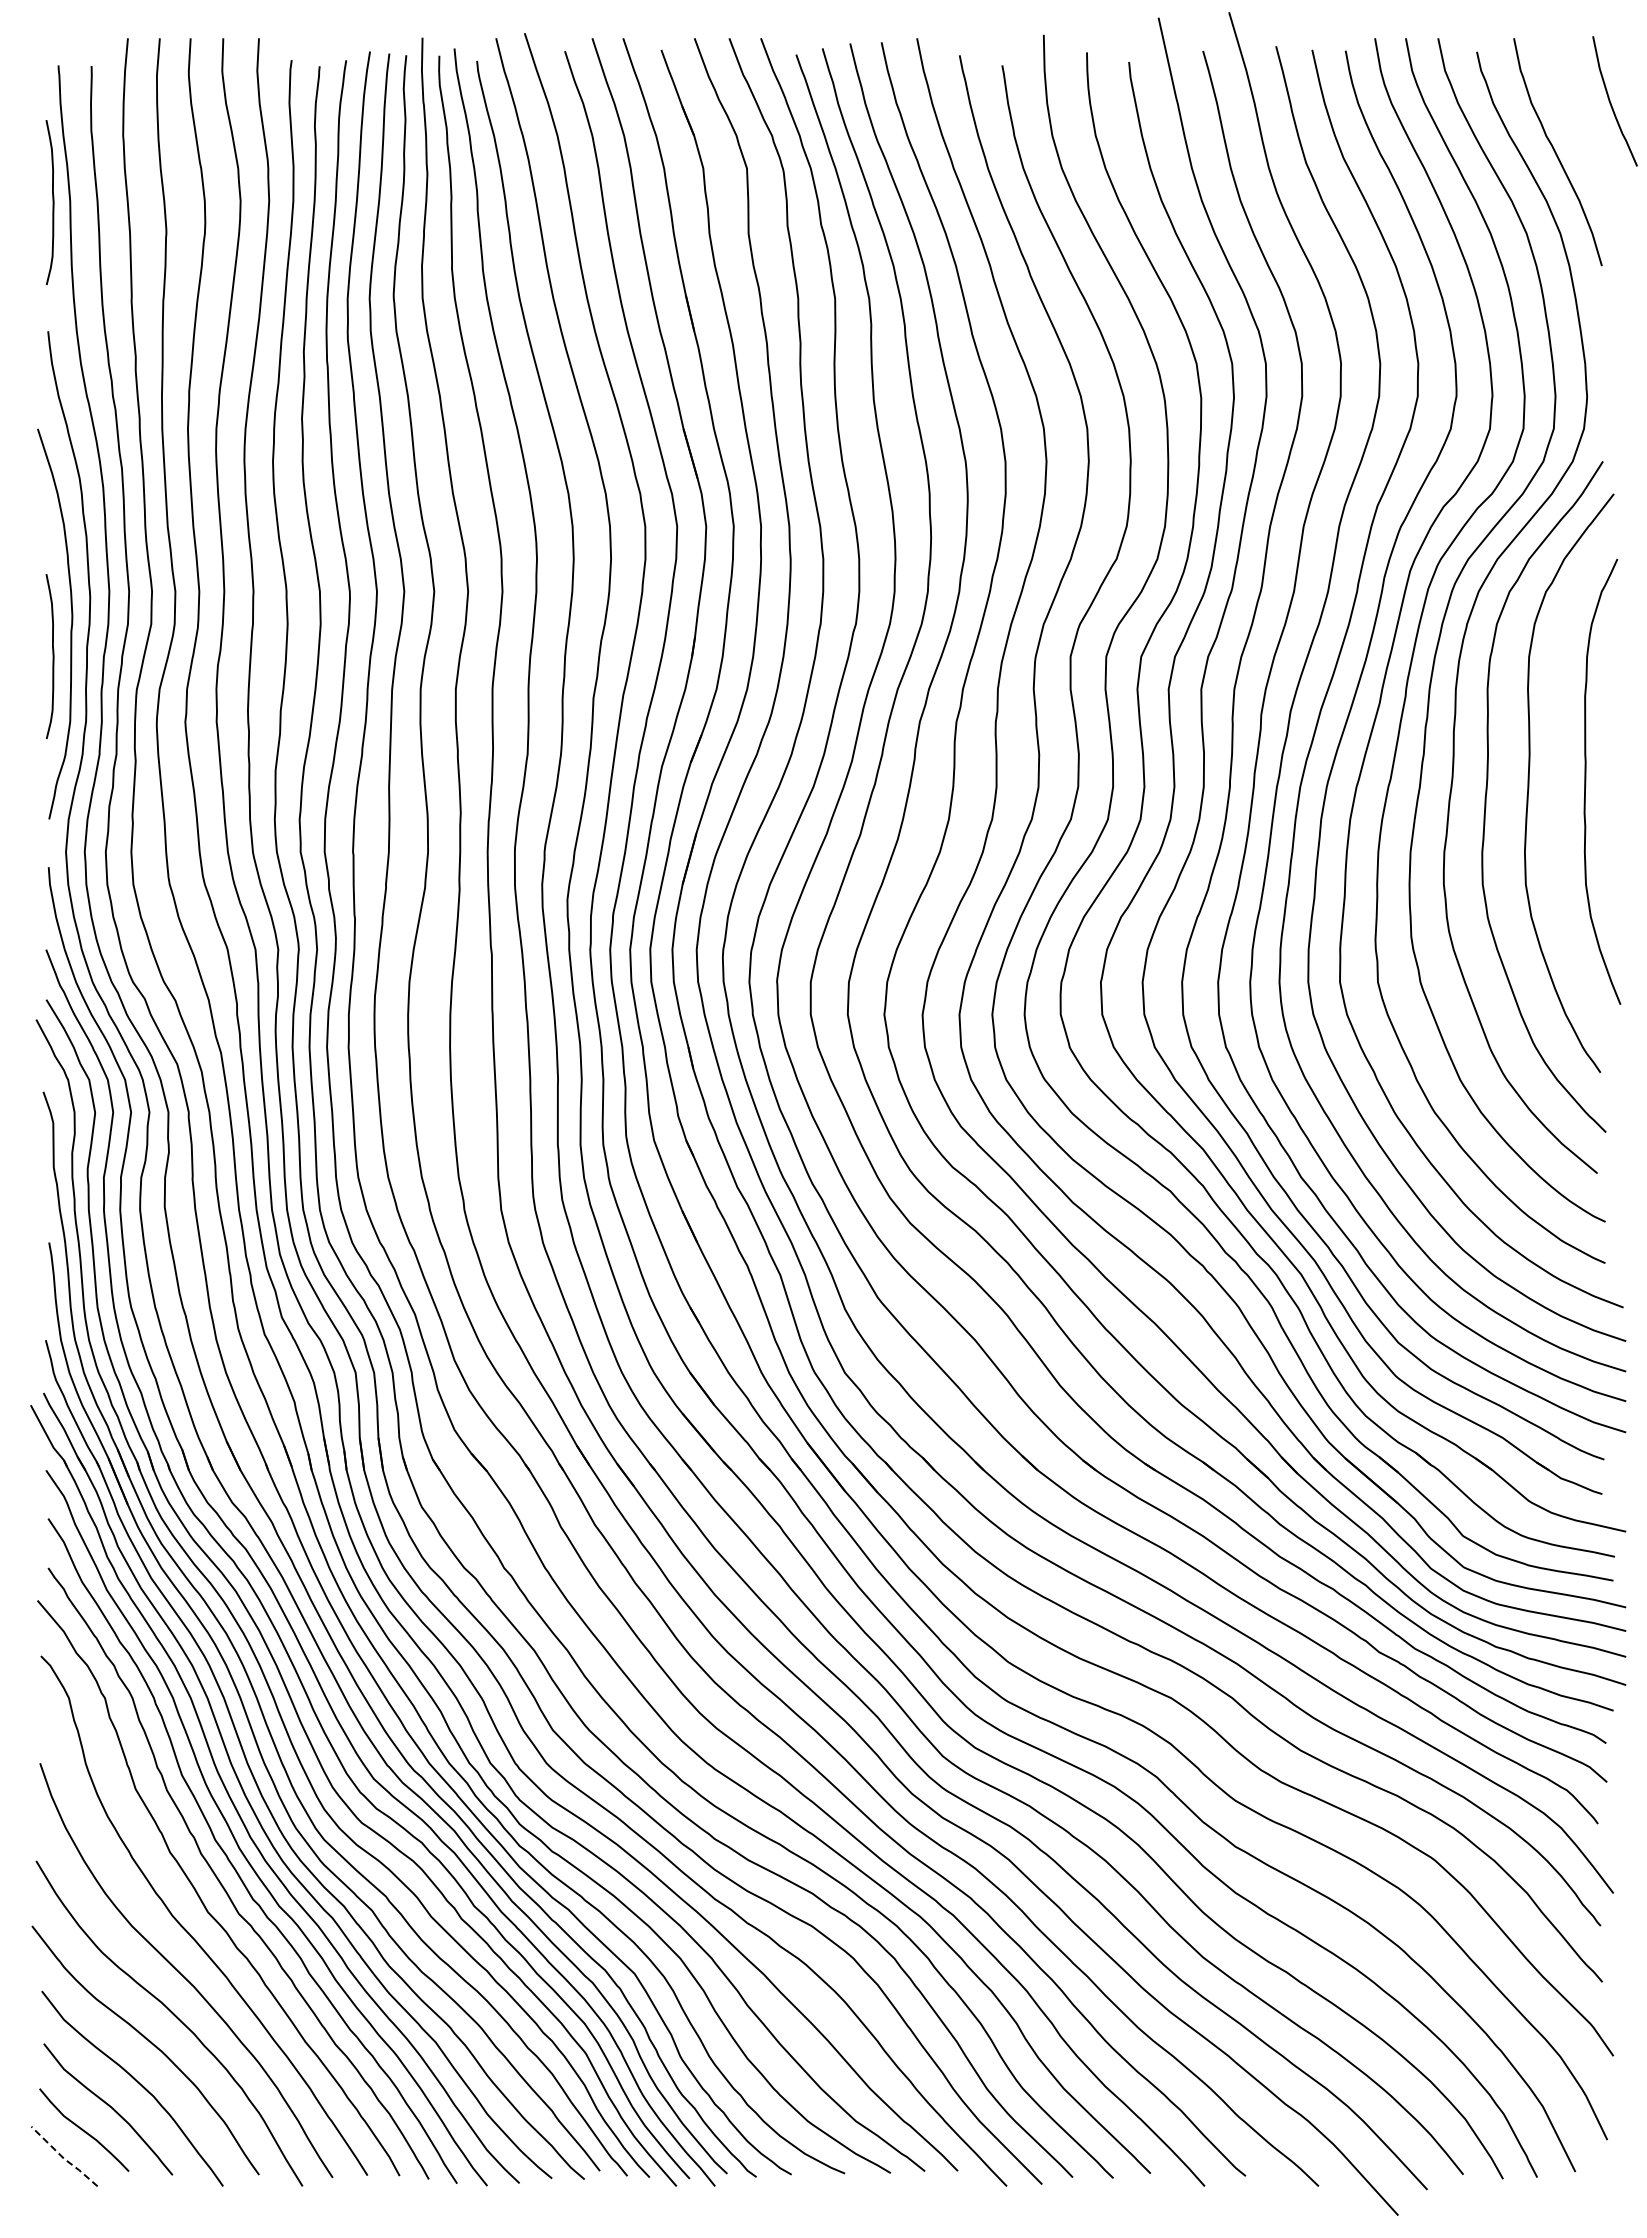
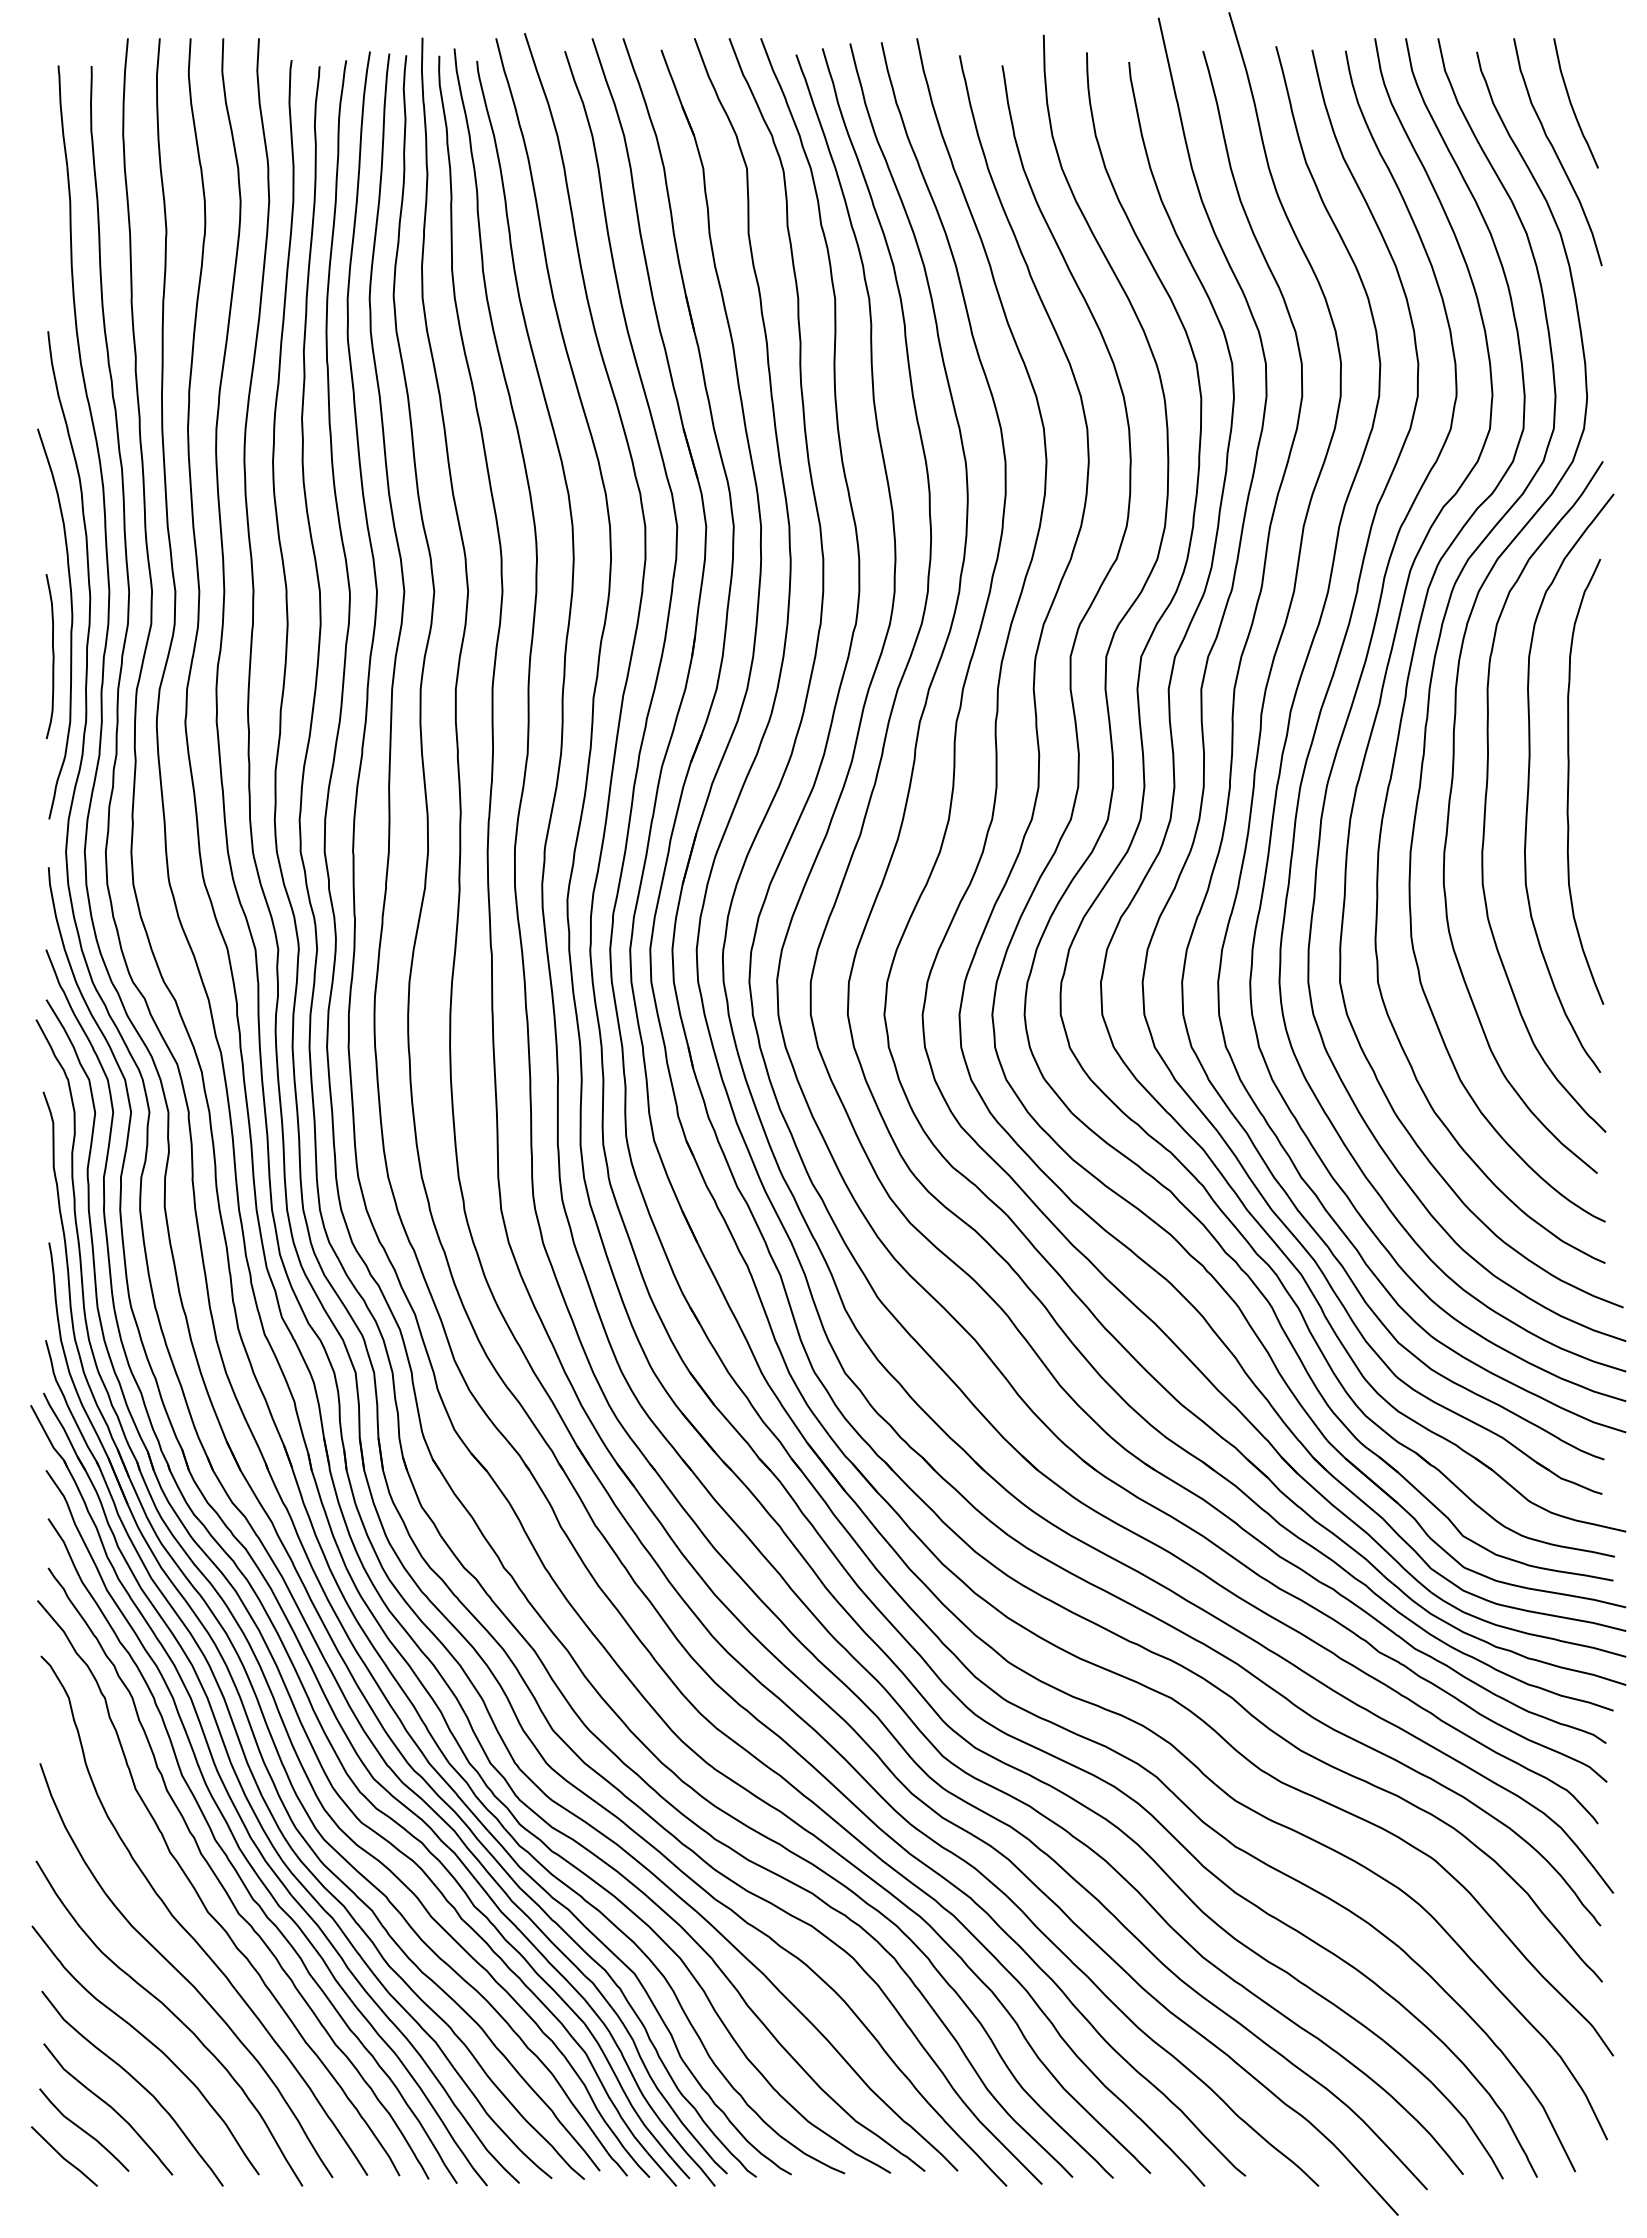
curve at (1611, 102) position: (1611, 102) -> (1572, 104)
curve at (52, 202): present -> none
curve at (1586, 781) position: (1586, 781) -> (1569, 781)
line at (63, 2158): dashed -> solid
